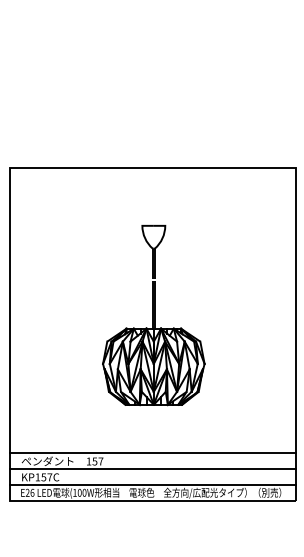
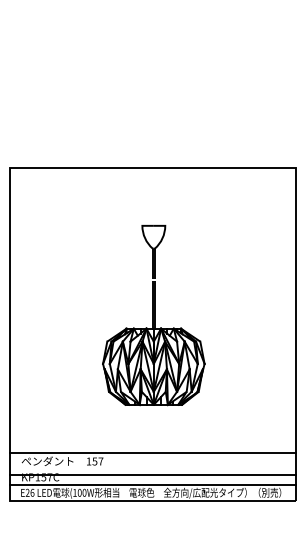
line at (152, 469) position: (152, 469) -> (152, 475)
